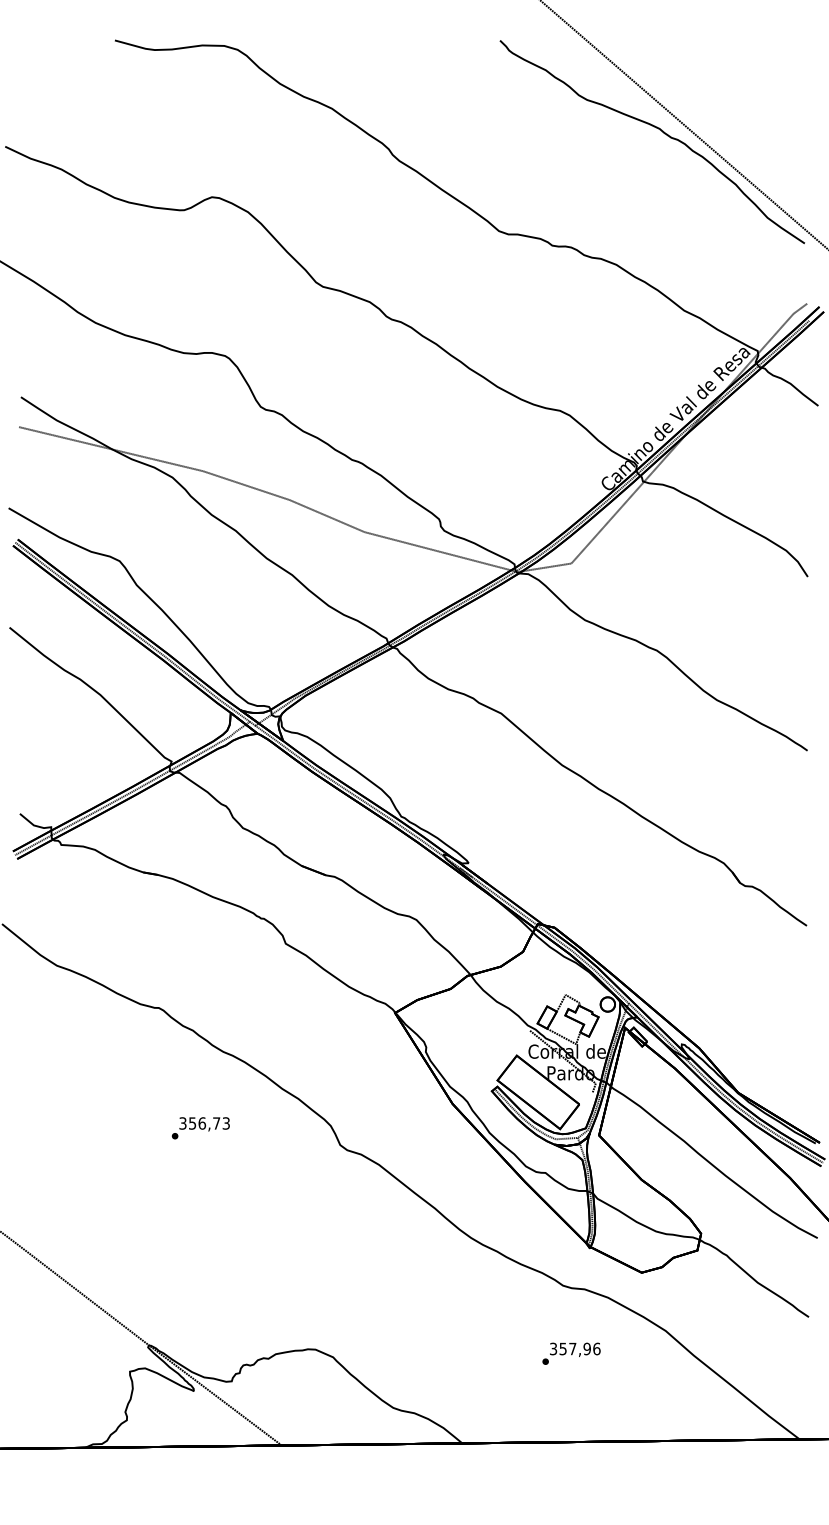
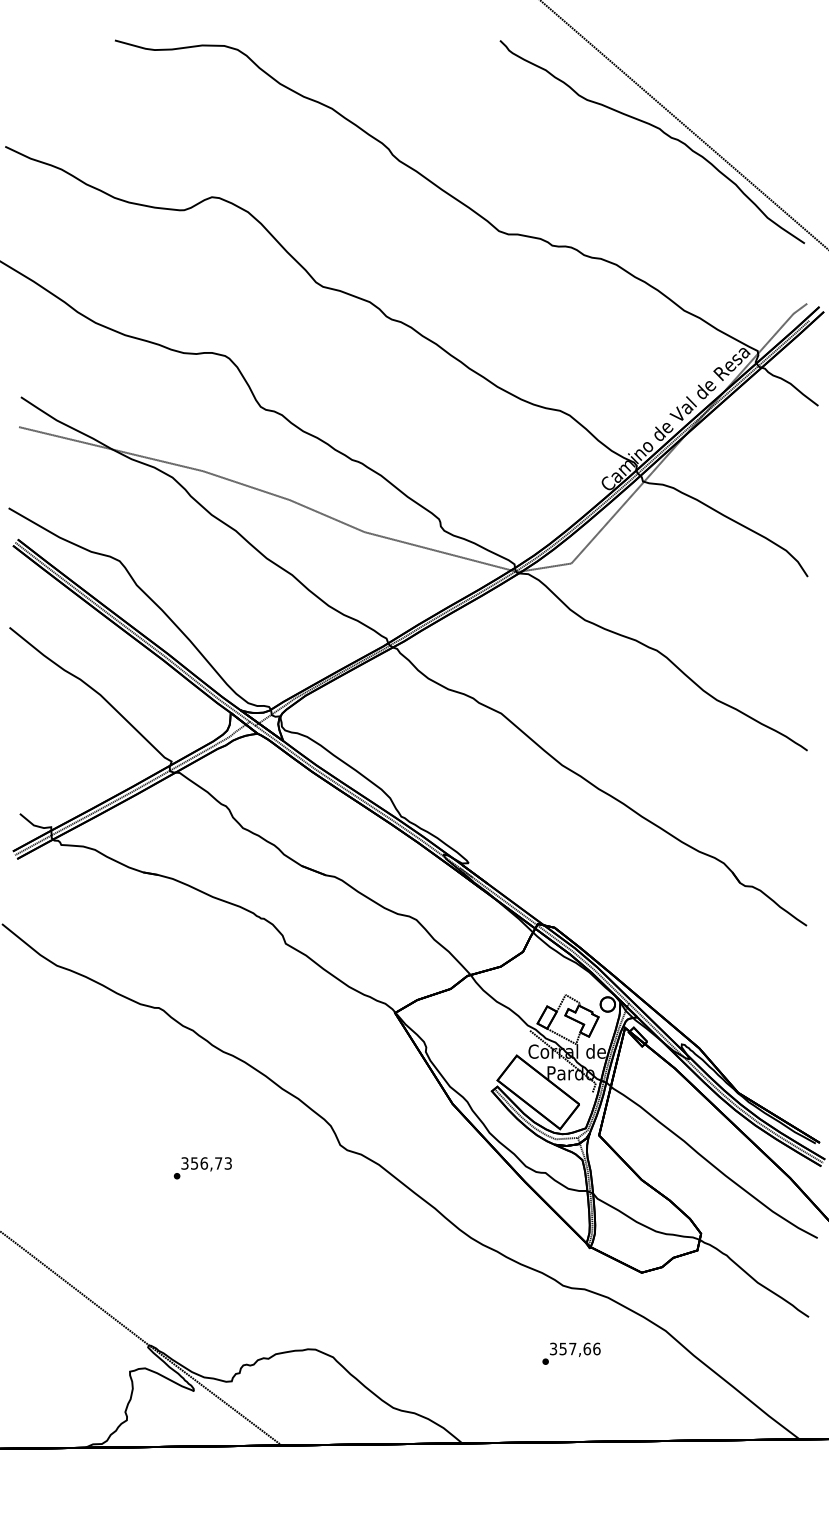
text at (200, 1128) position: (200, 1128) -> (202, 1168)
text at (587, 1348): 357,96 -> 357,66
